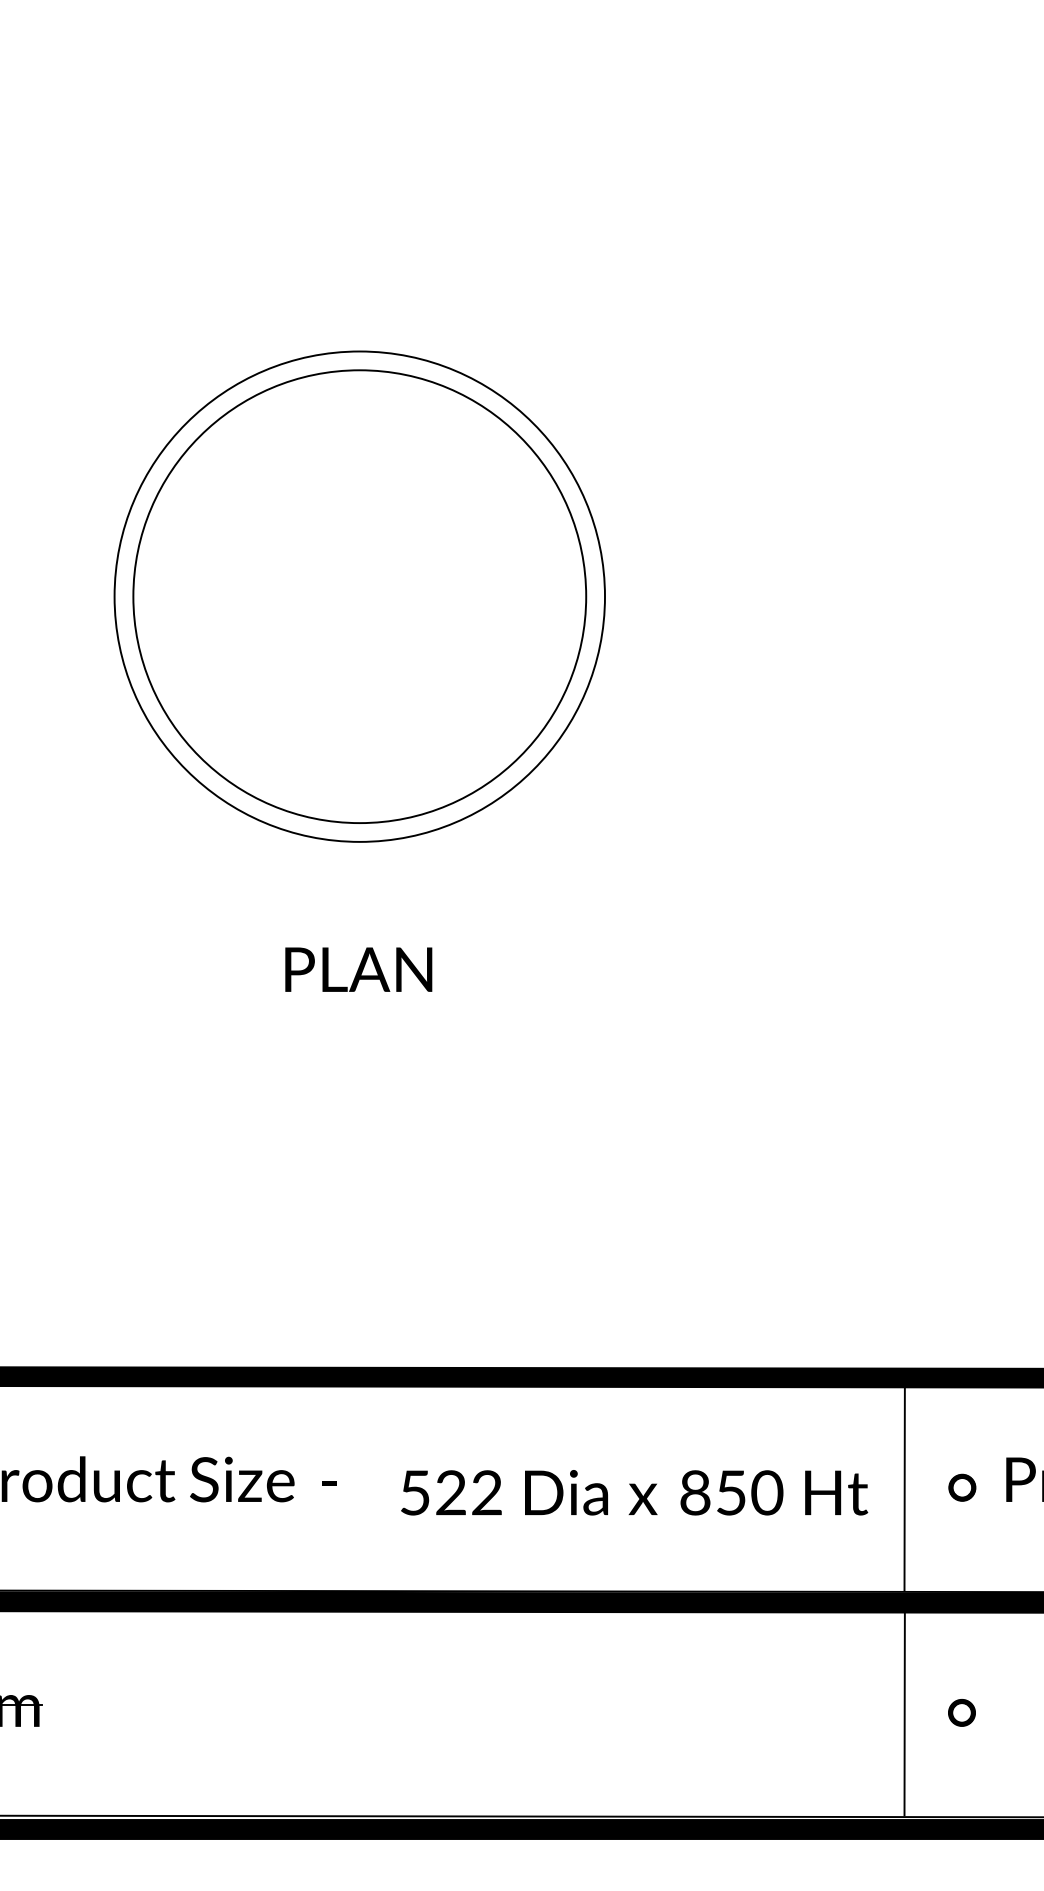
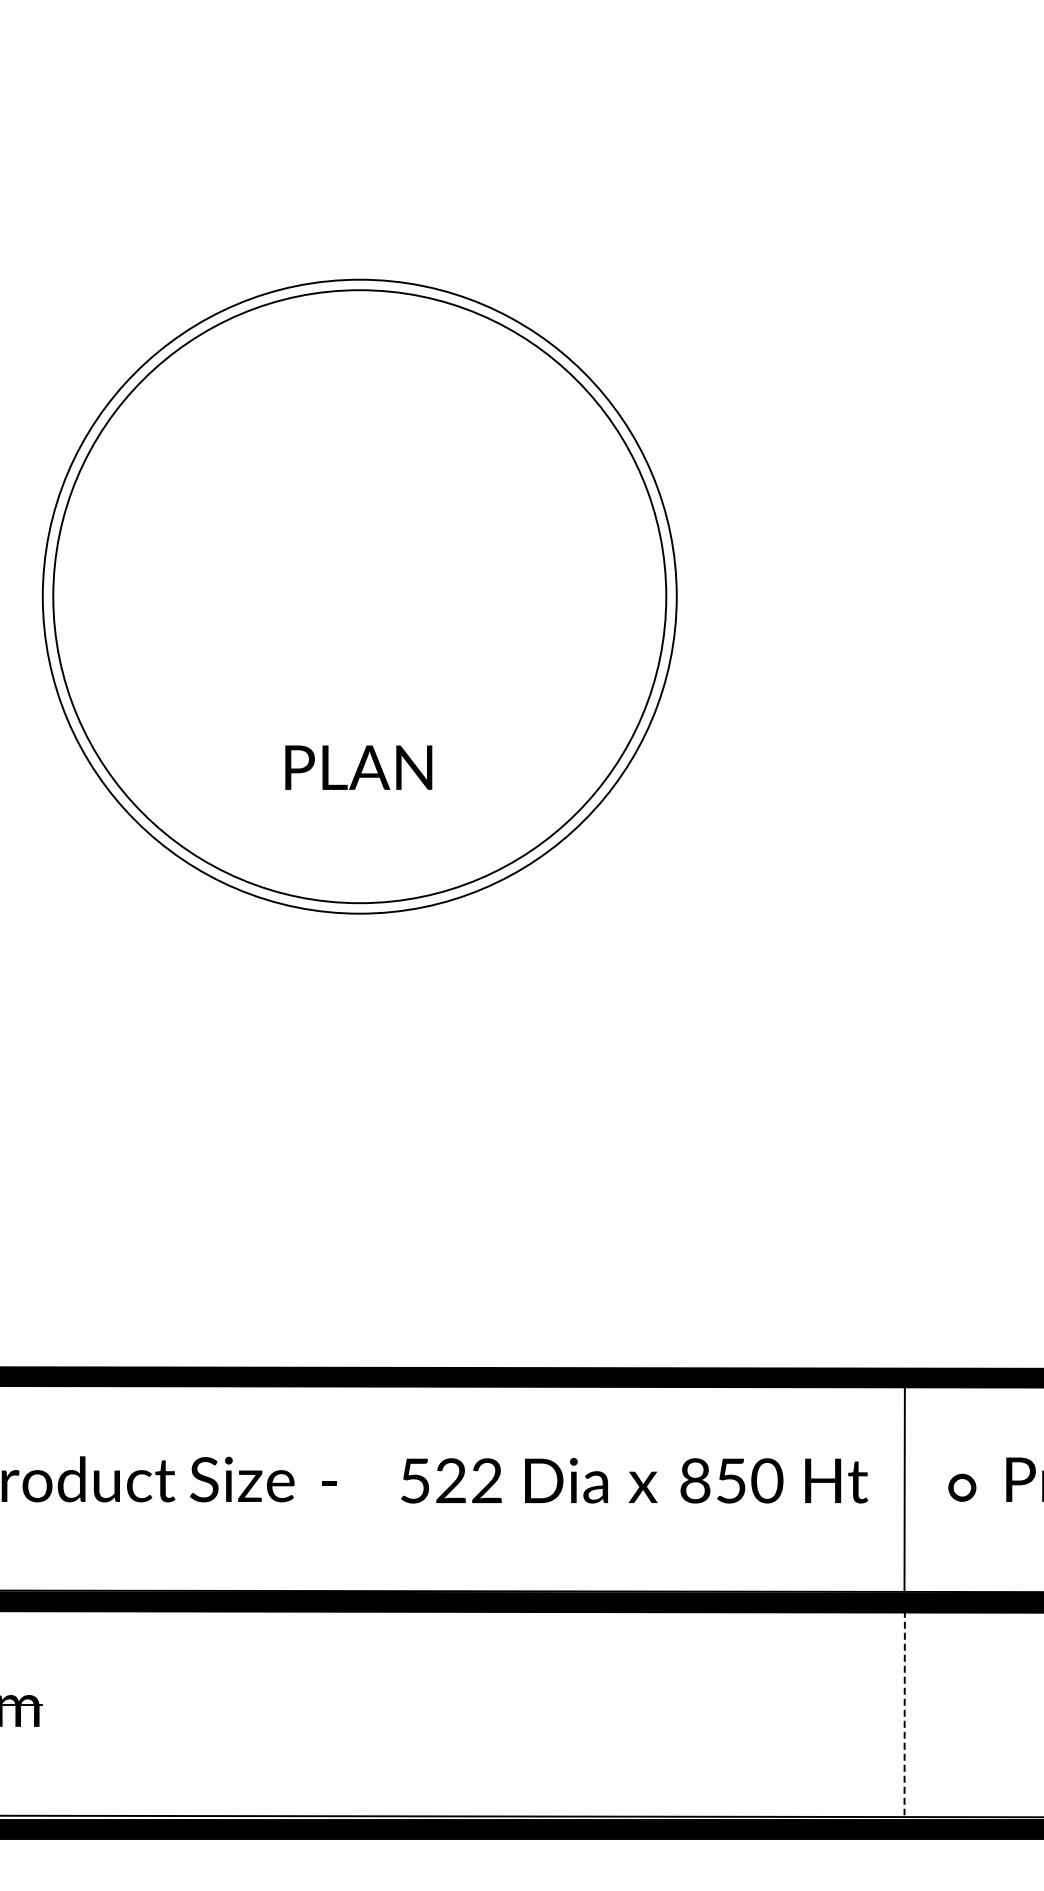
circle at (359, 596) diameter: 453 px -> 634 px
circle at (359, 596) diameter: 490 px -> 613 px
text at (358, 969) position: (358, 969) -> (358, 767)
text at (634, 1492) position: (634, 1492) -> (634, 1480)
part at (961, 1712): present -> none
line at (904, 1713): solid -> dashed
